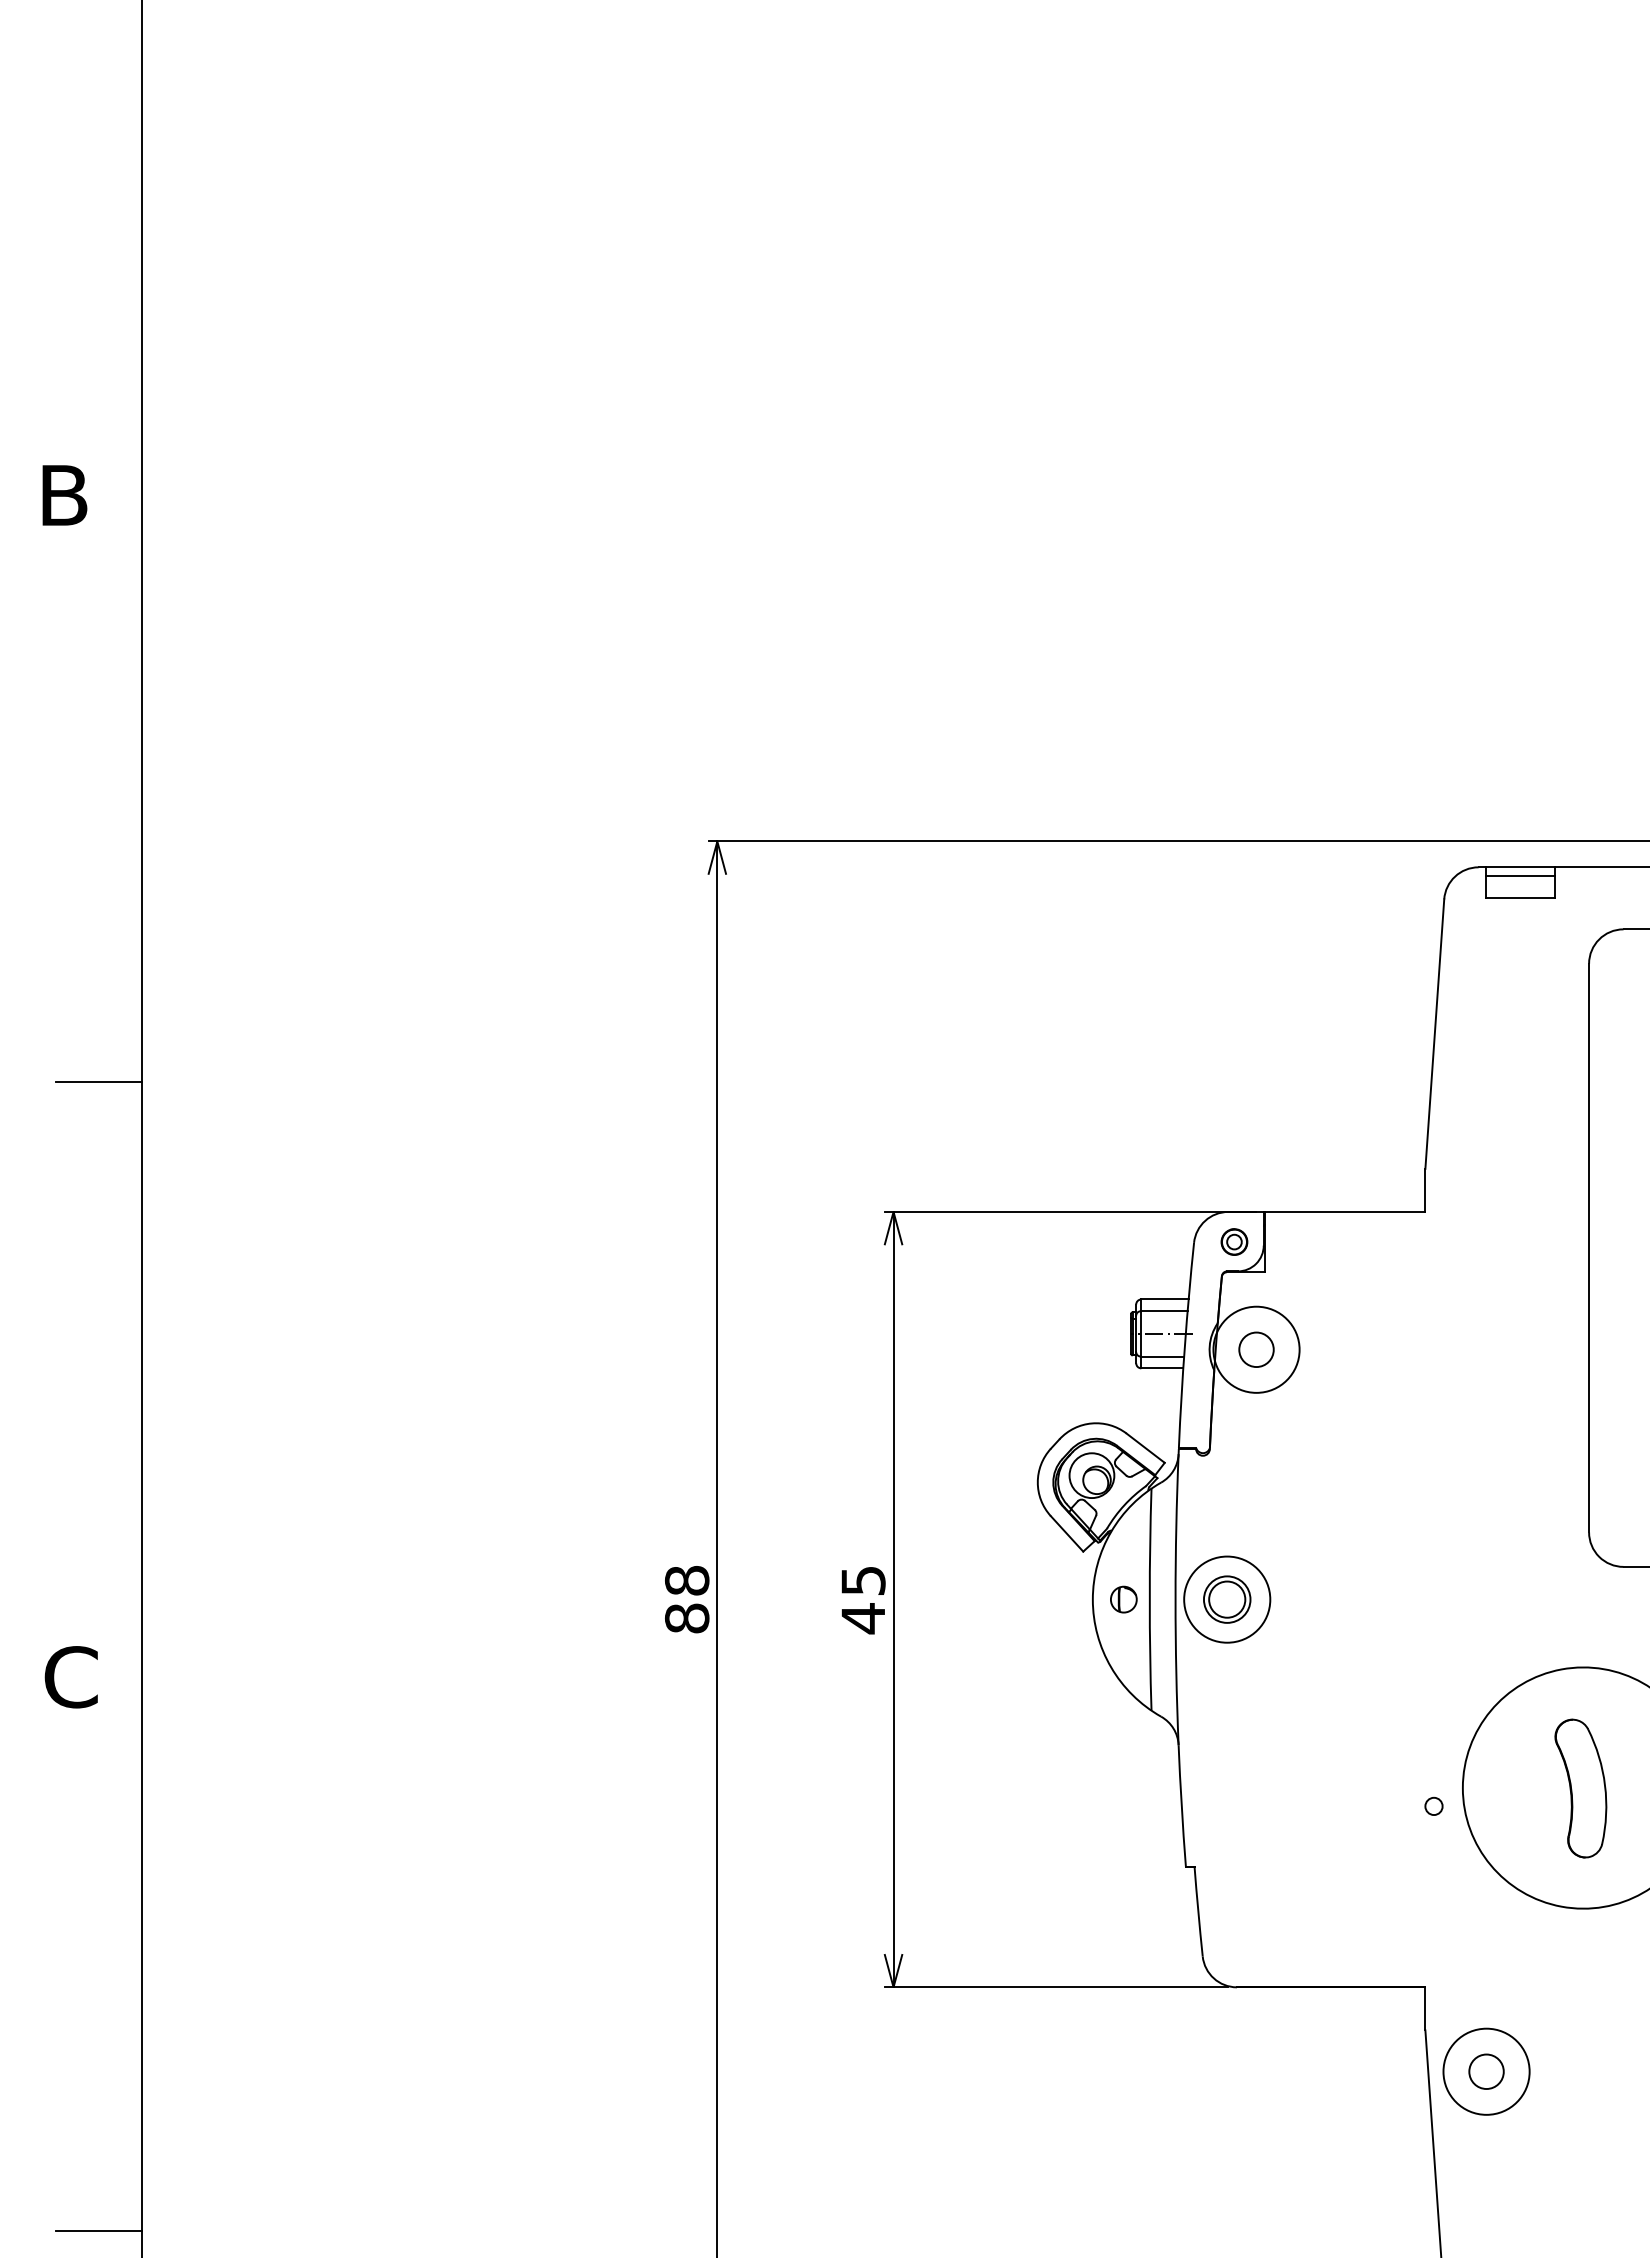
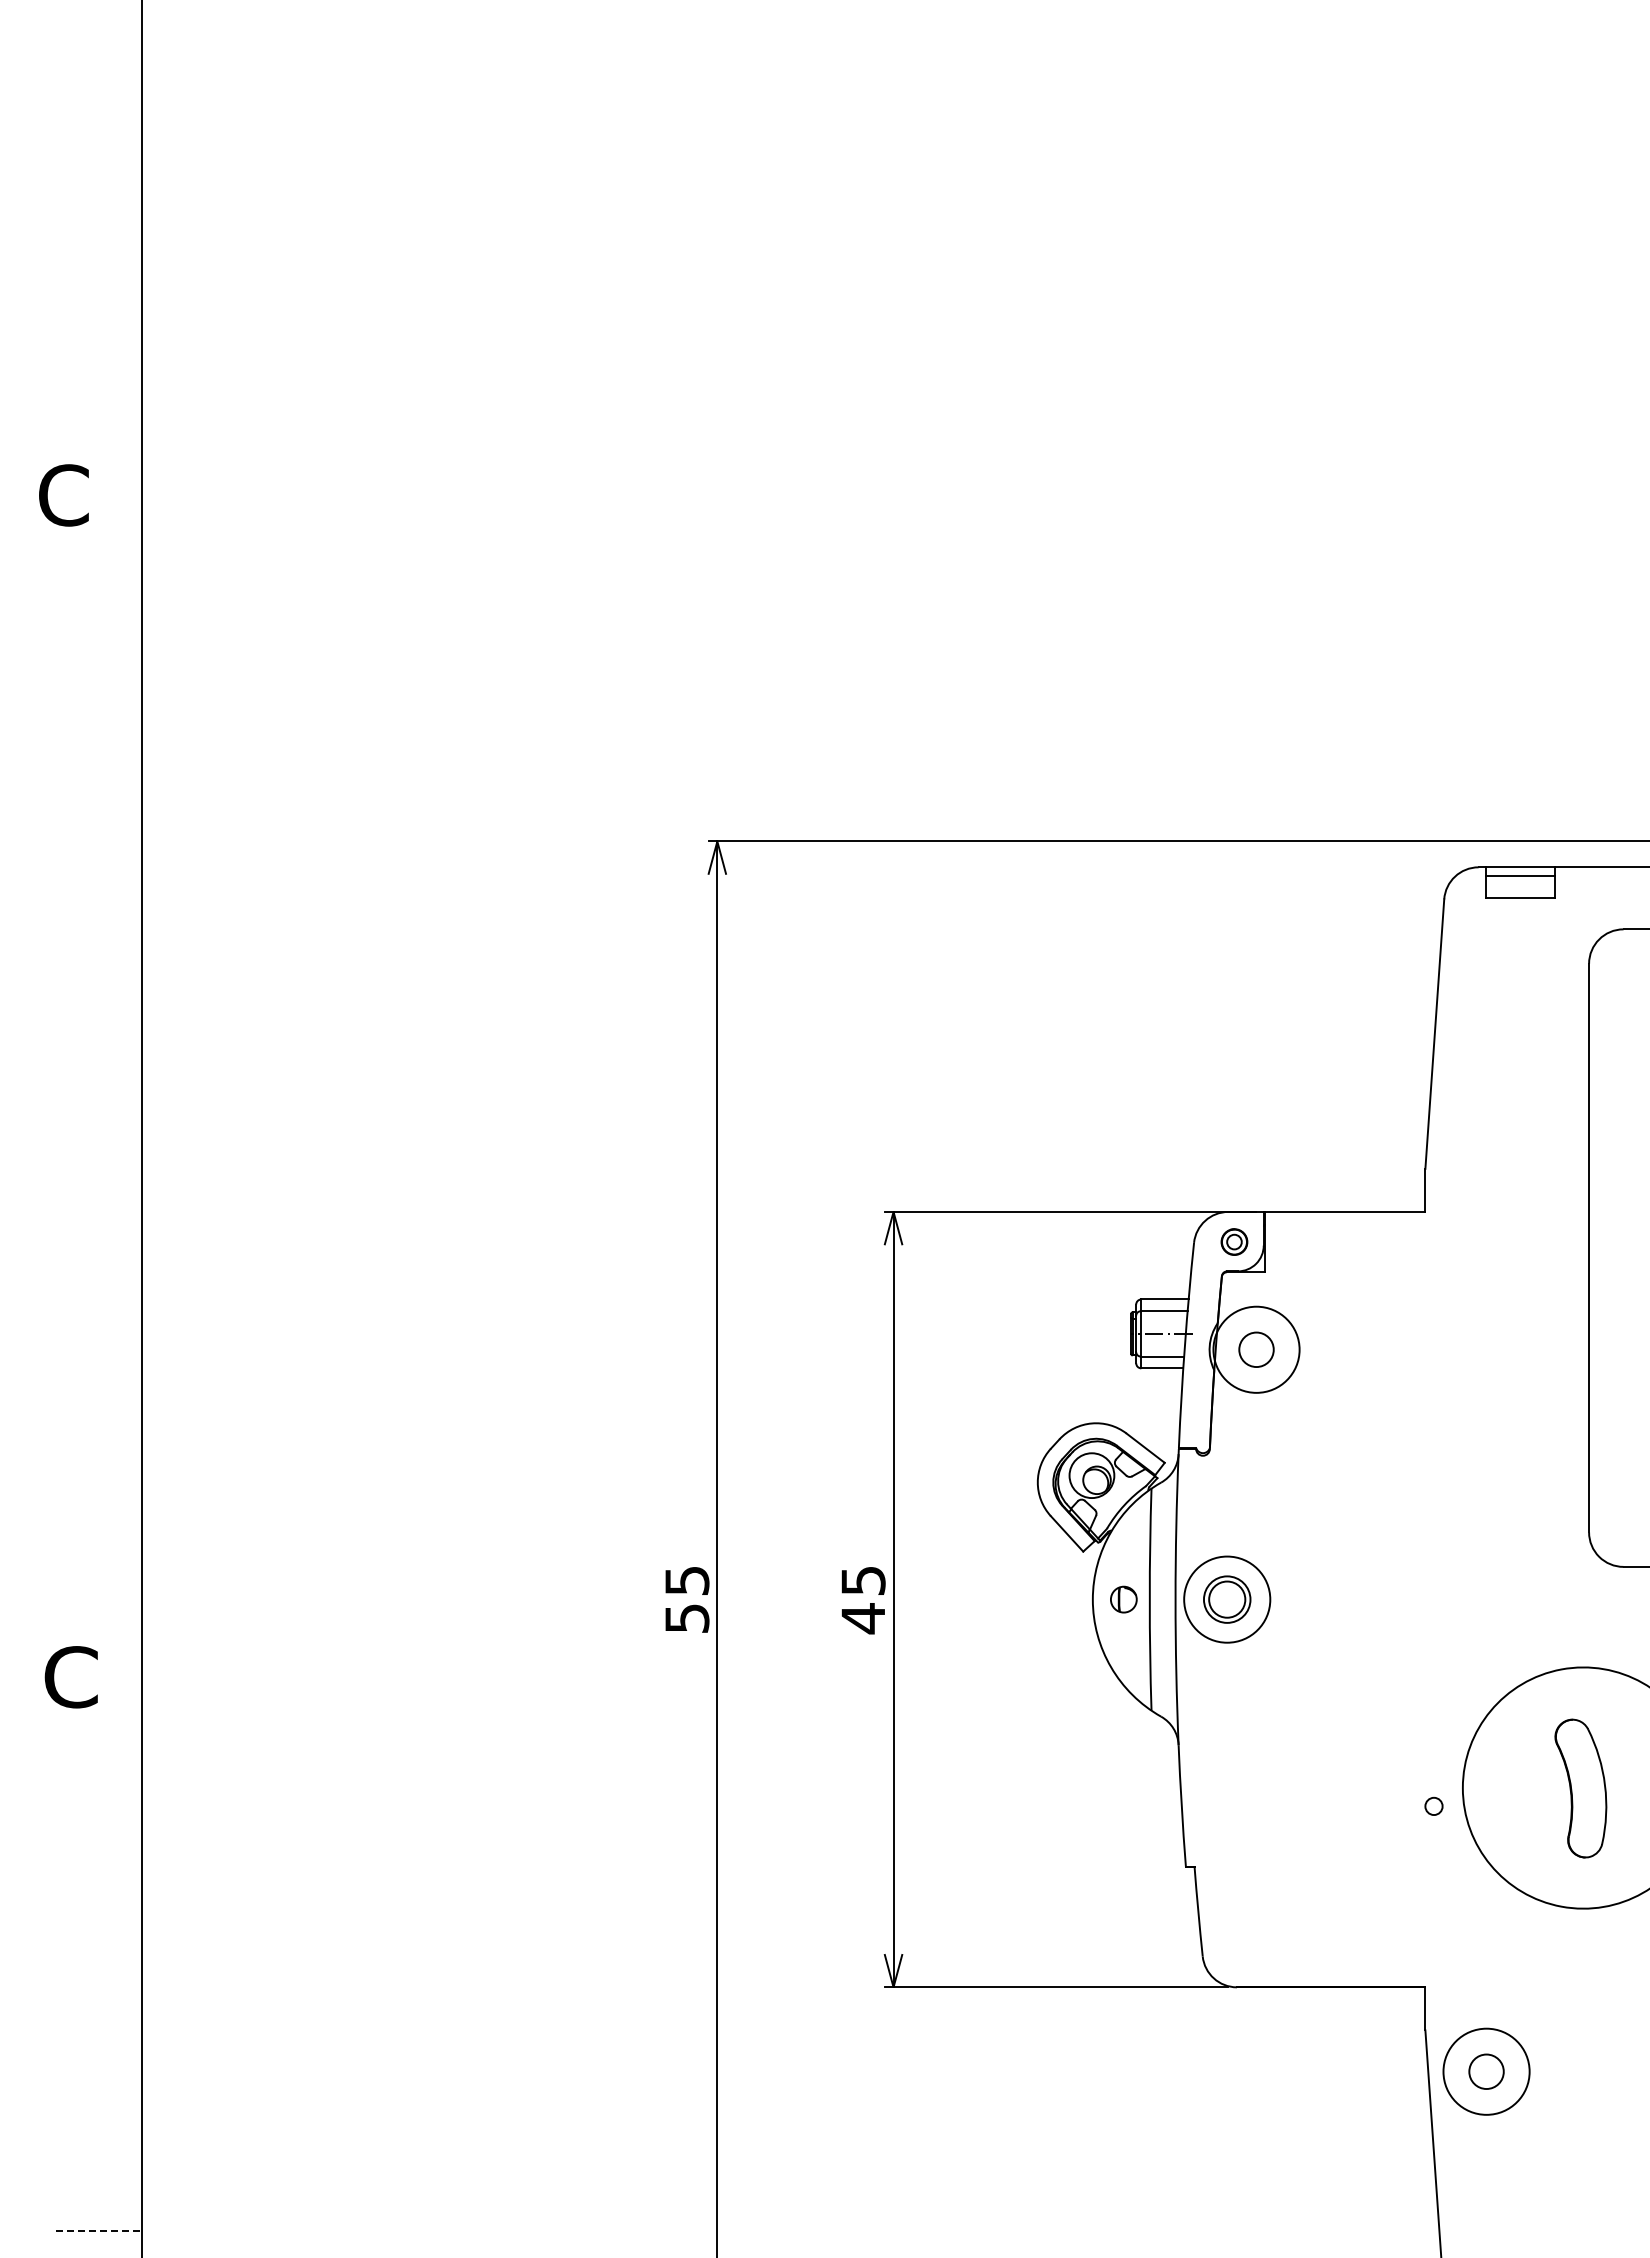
text at (63, 495): B -> C
line at (98, 1081): present -> none
text at (687, 1599): 88 -> 55
line at (99, 2230): solid -> dashed
